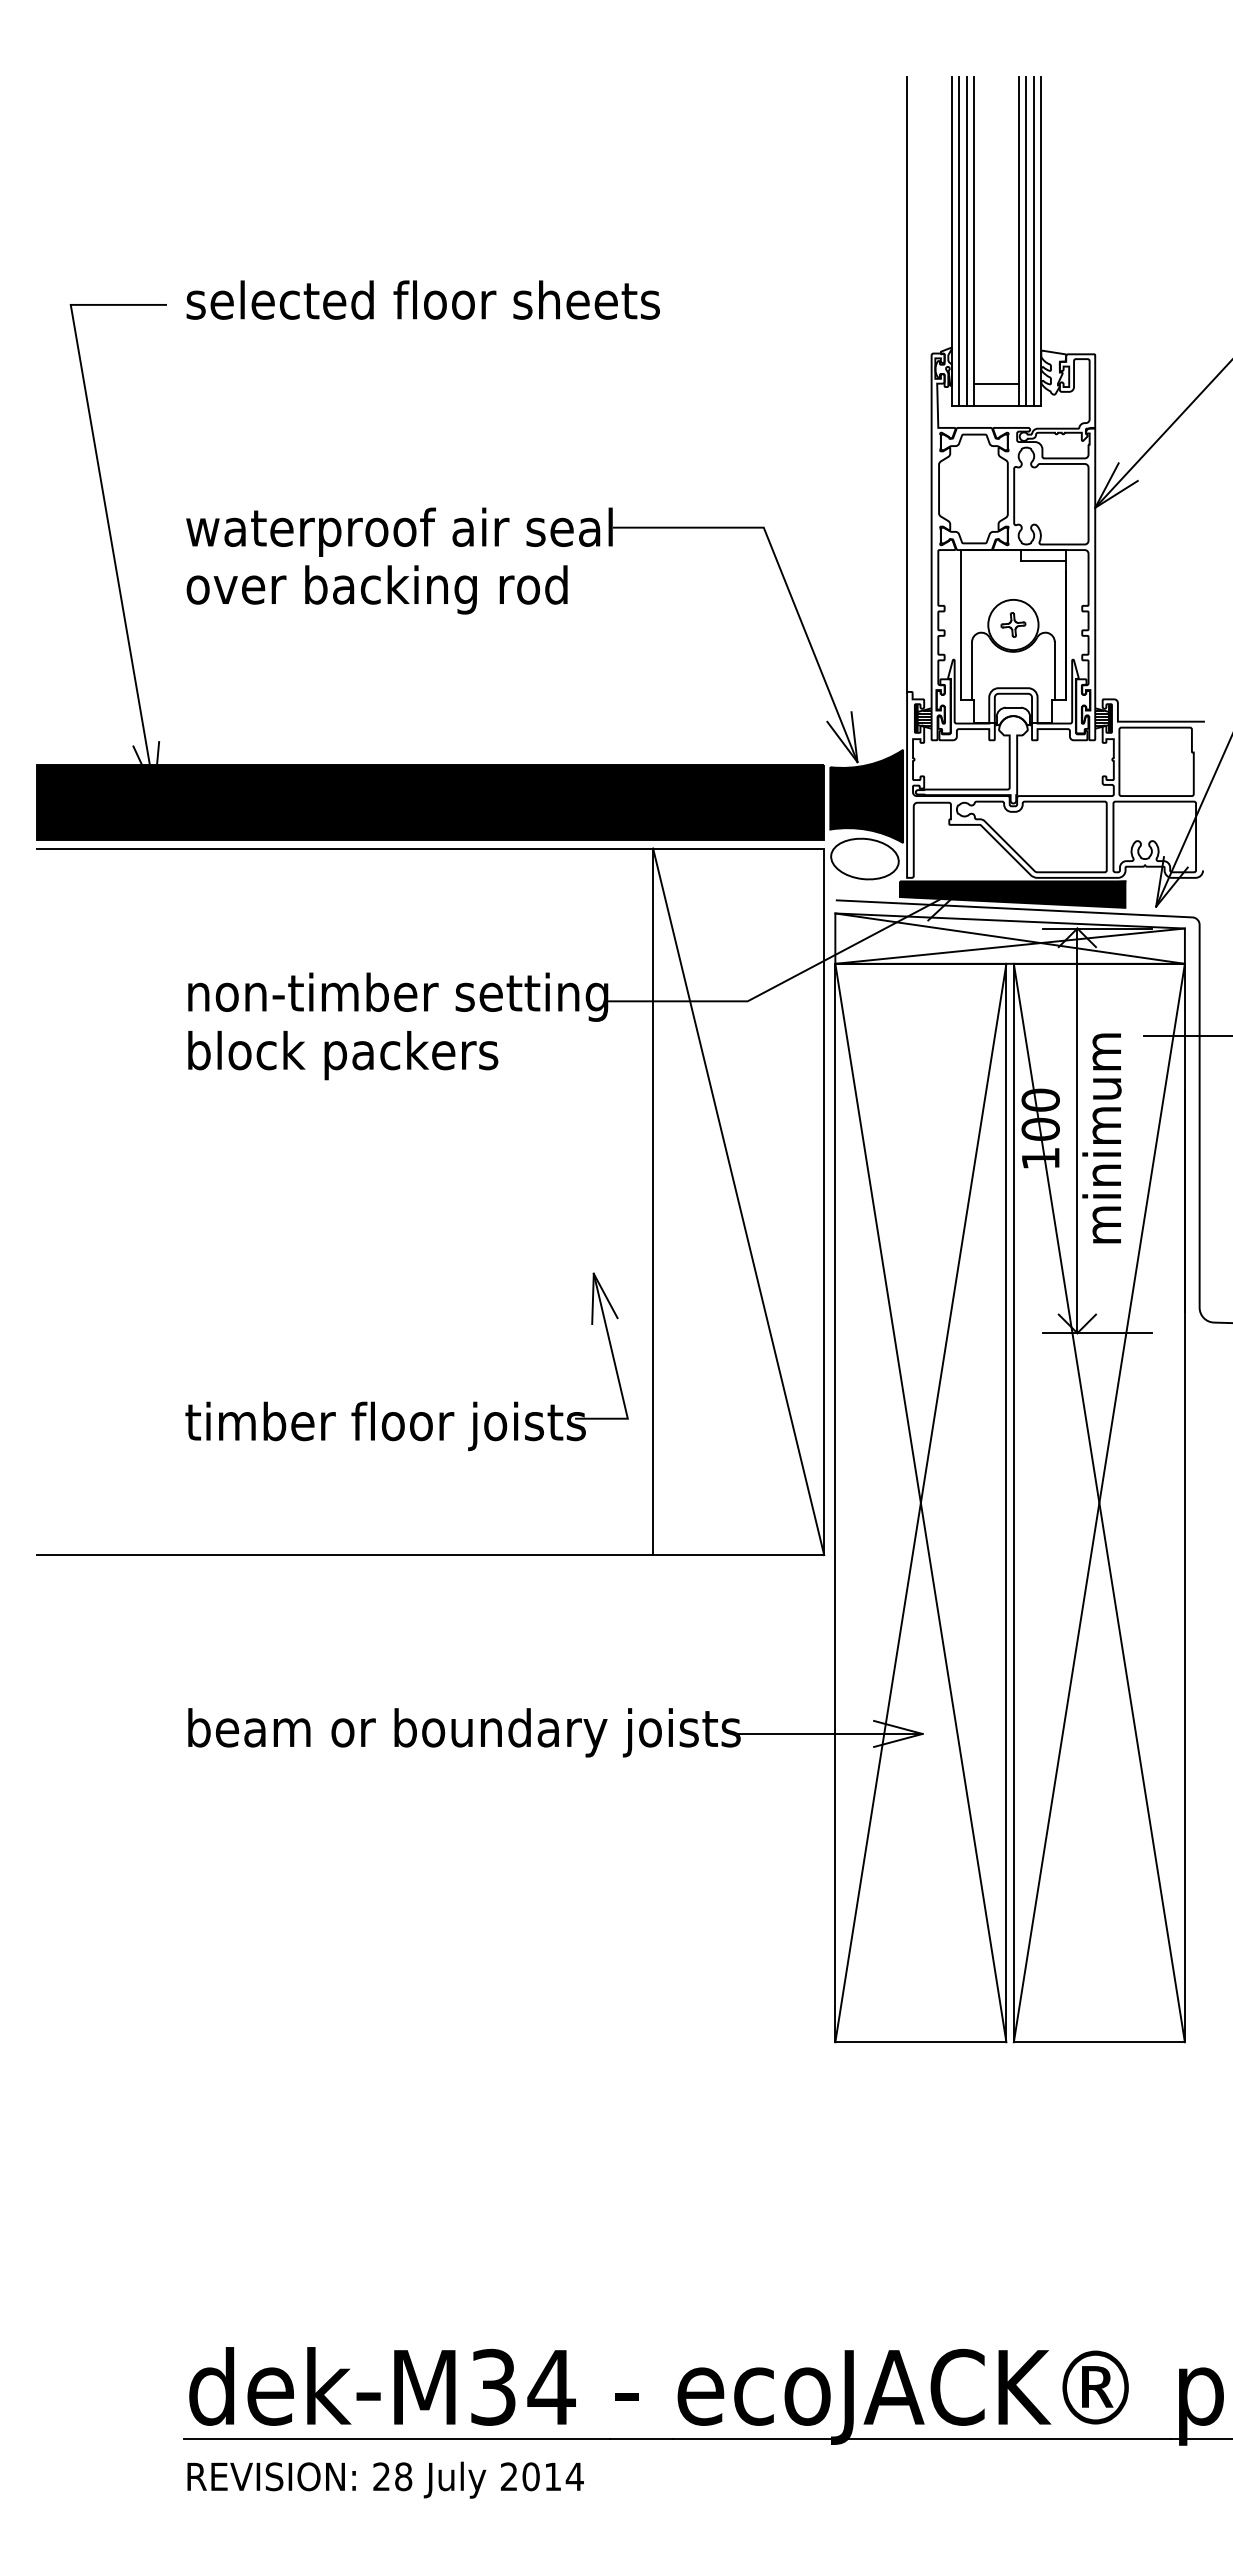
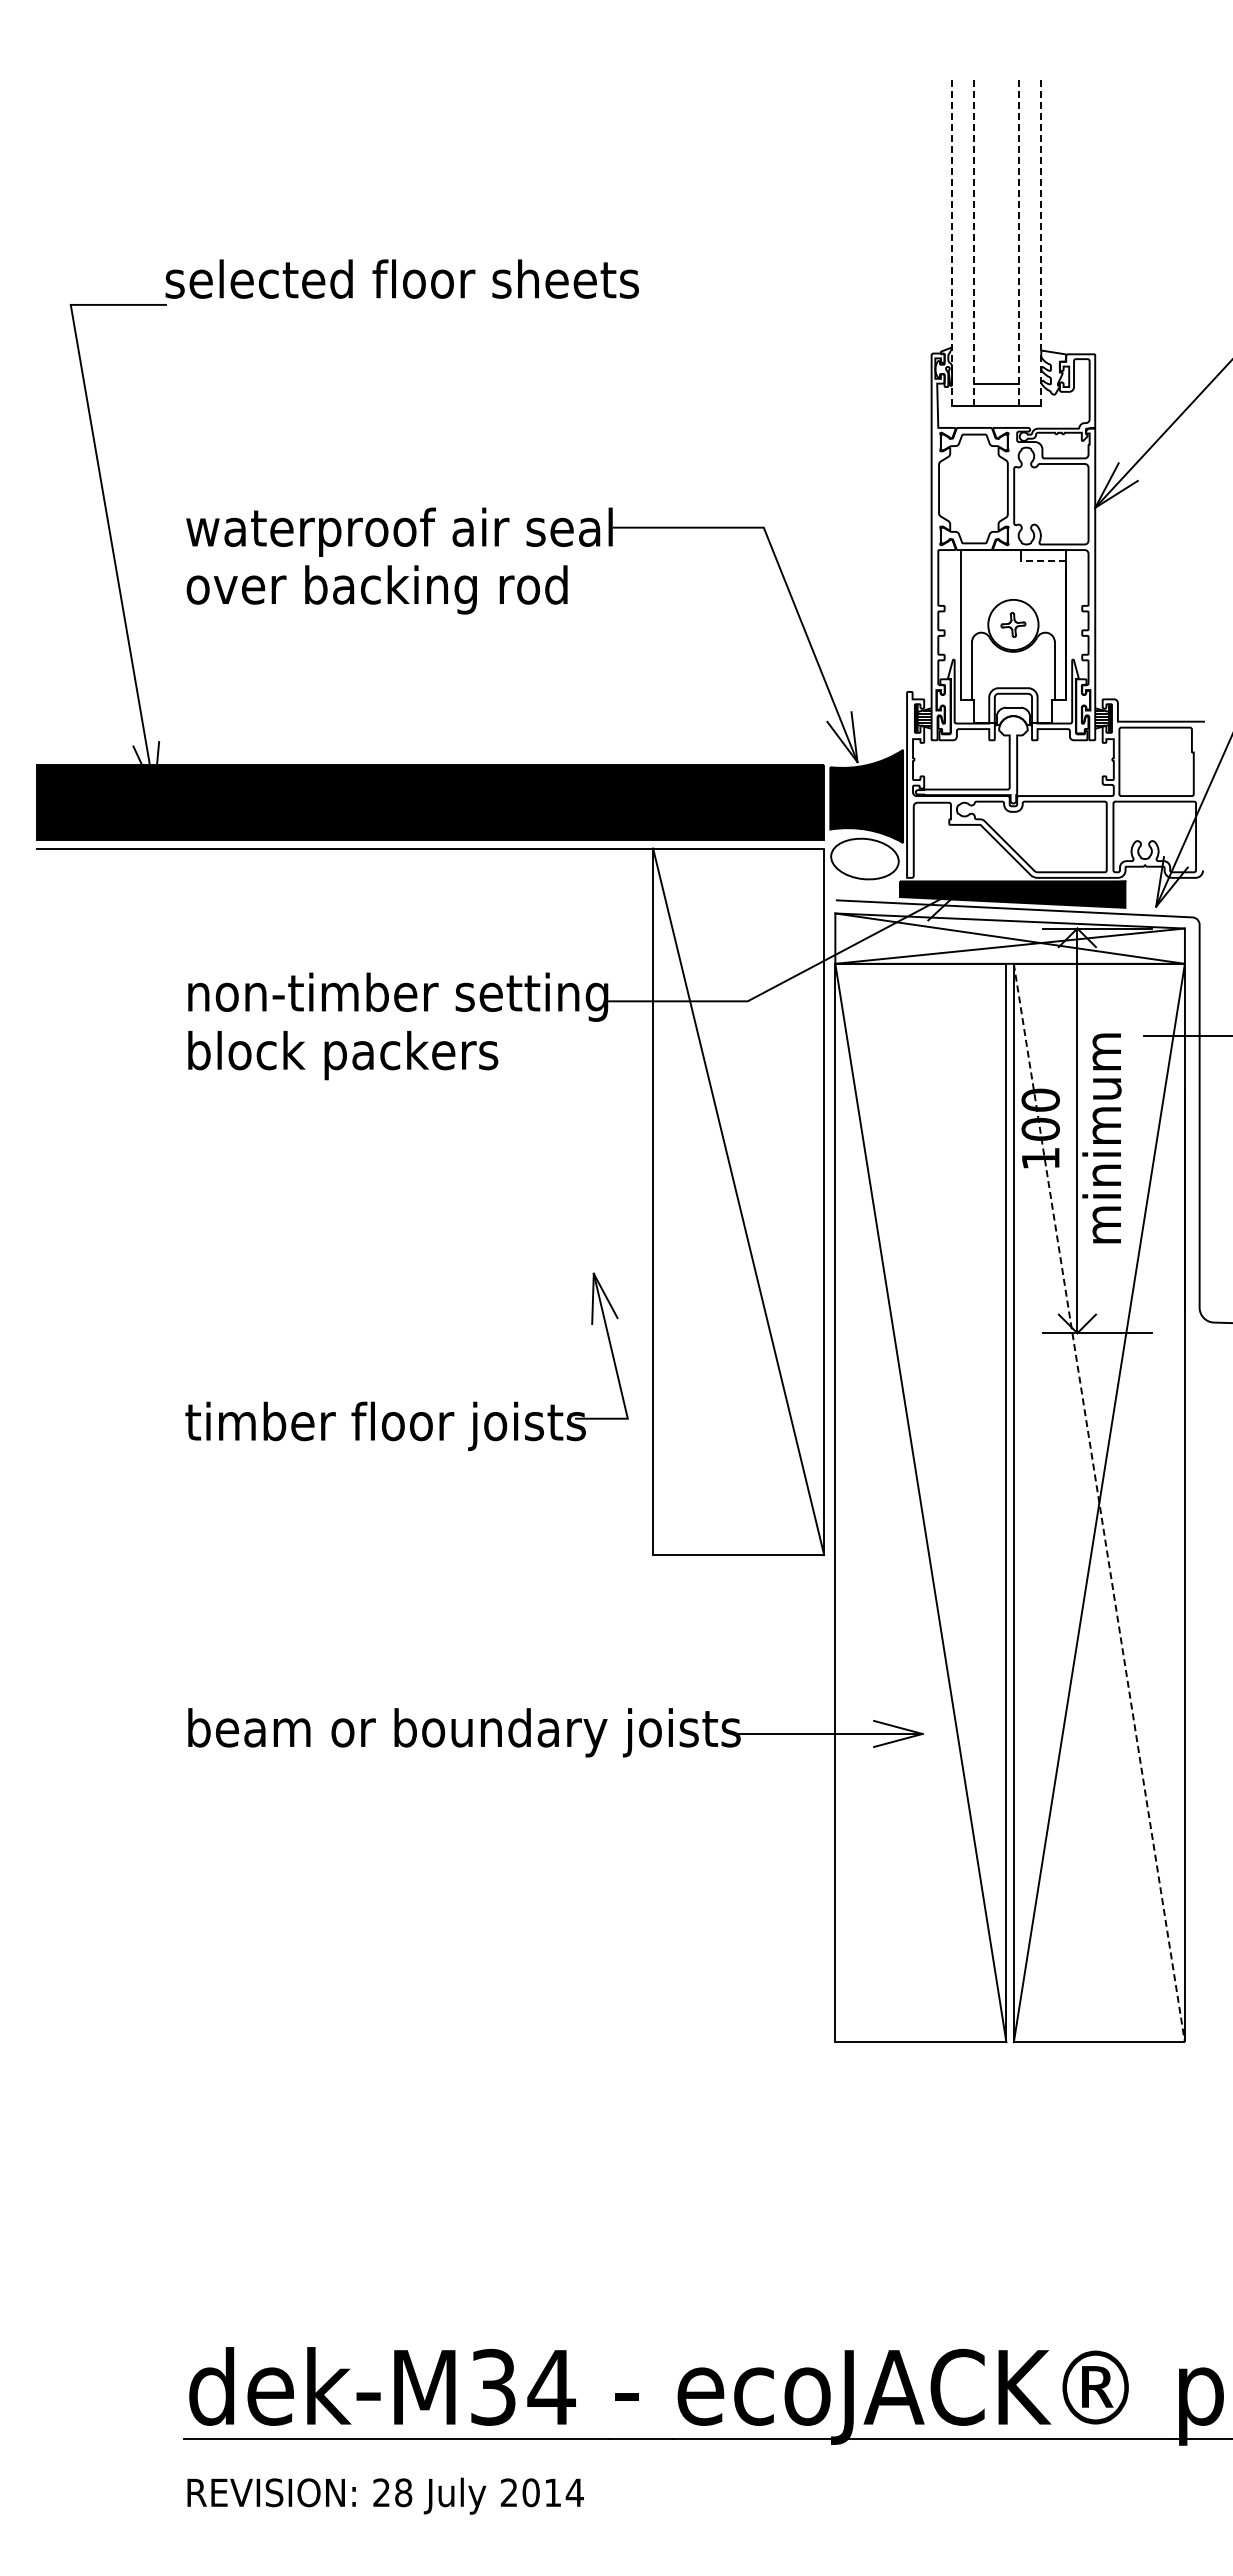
line at (952, 241): solid -> dashed
line at (959, 241): present -> none
line at (966, 241): present -> none
line at (974, 241): solid -> dashed
line at (1018, 241): solid -> dashed
line at (1026, 241): present -> none
line at (1033, 241): present -> none
line at (1041, 241): solid -> dashed
text at (422, 299) position: (422, 299) -> (401, 278)
line at (907, 384): present -> none
line at (1043, 561): solid -> dashed
line at (920, 1502): present -> none
line at (1099, 1503): solid -> dashed
line at (344, 1555): present -> none
text at (385, 2479) position: (385, 2479) -> (385, 2495)
